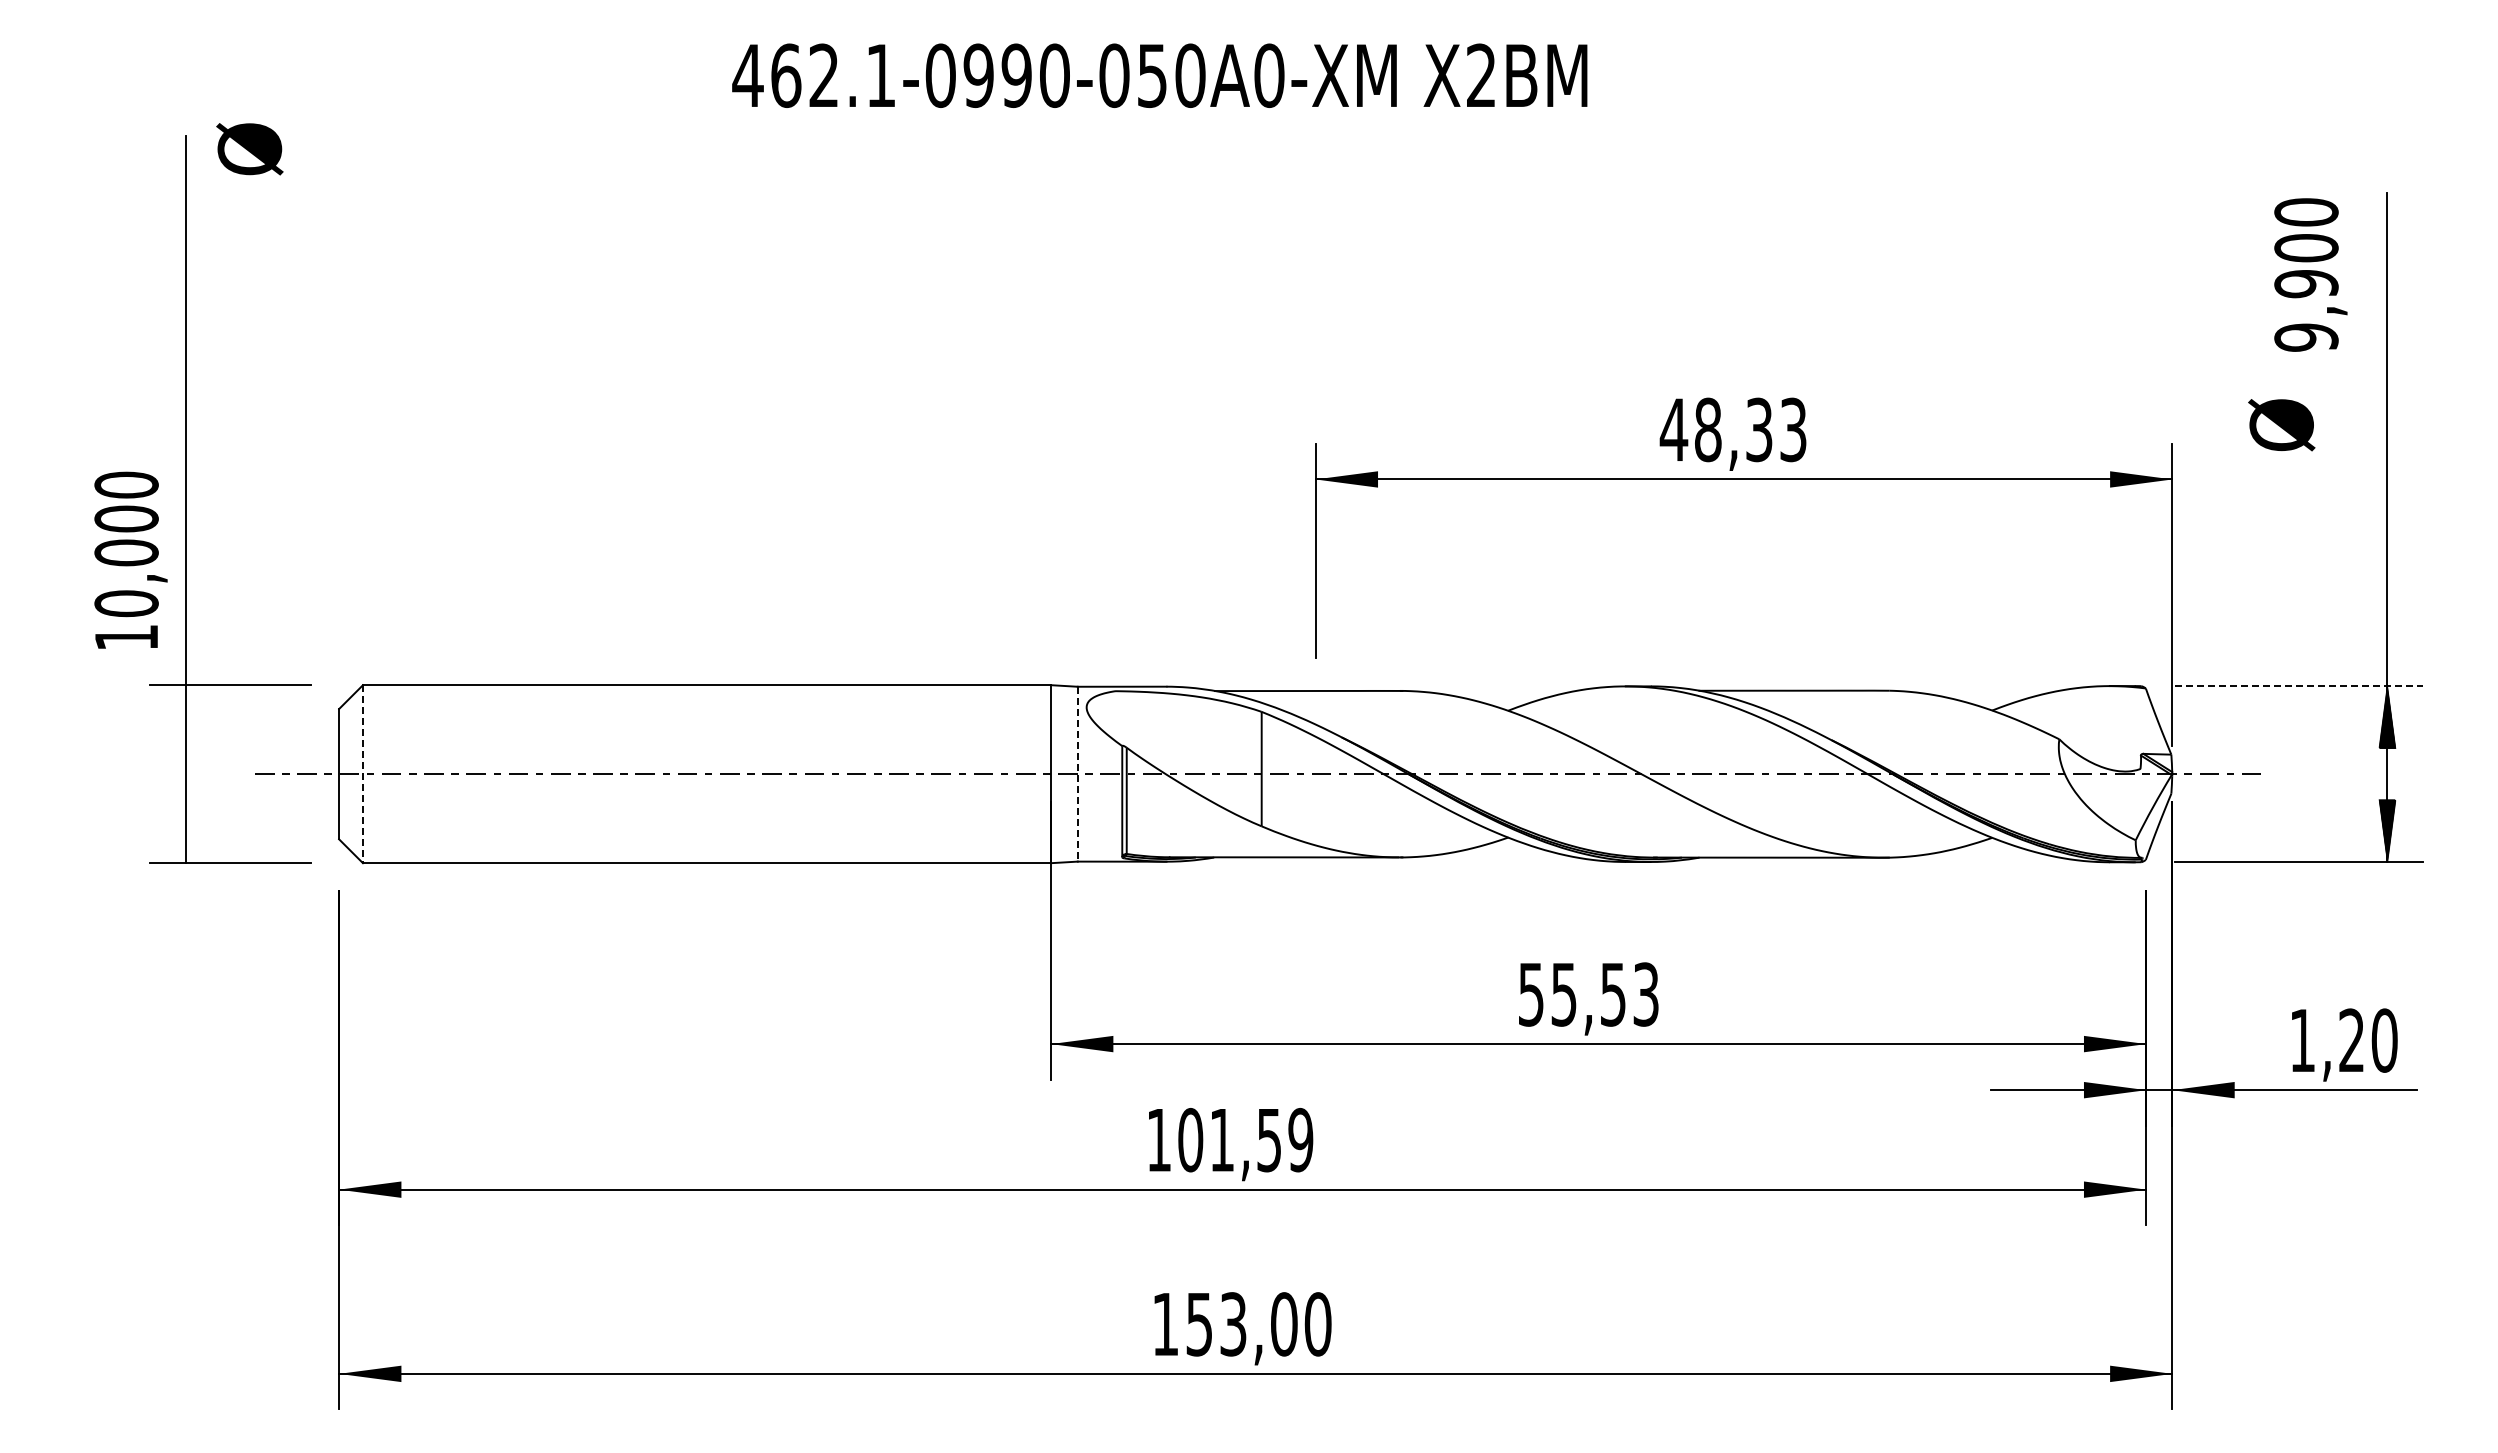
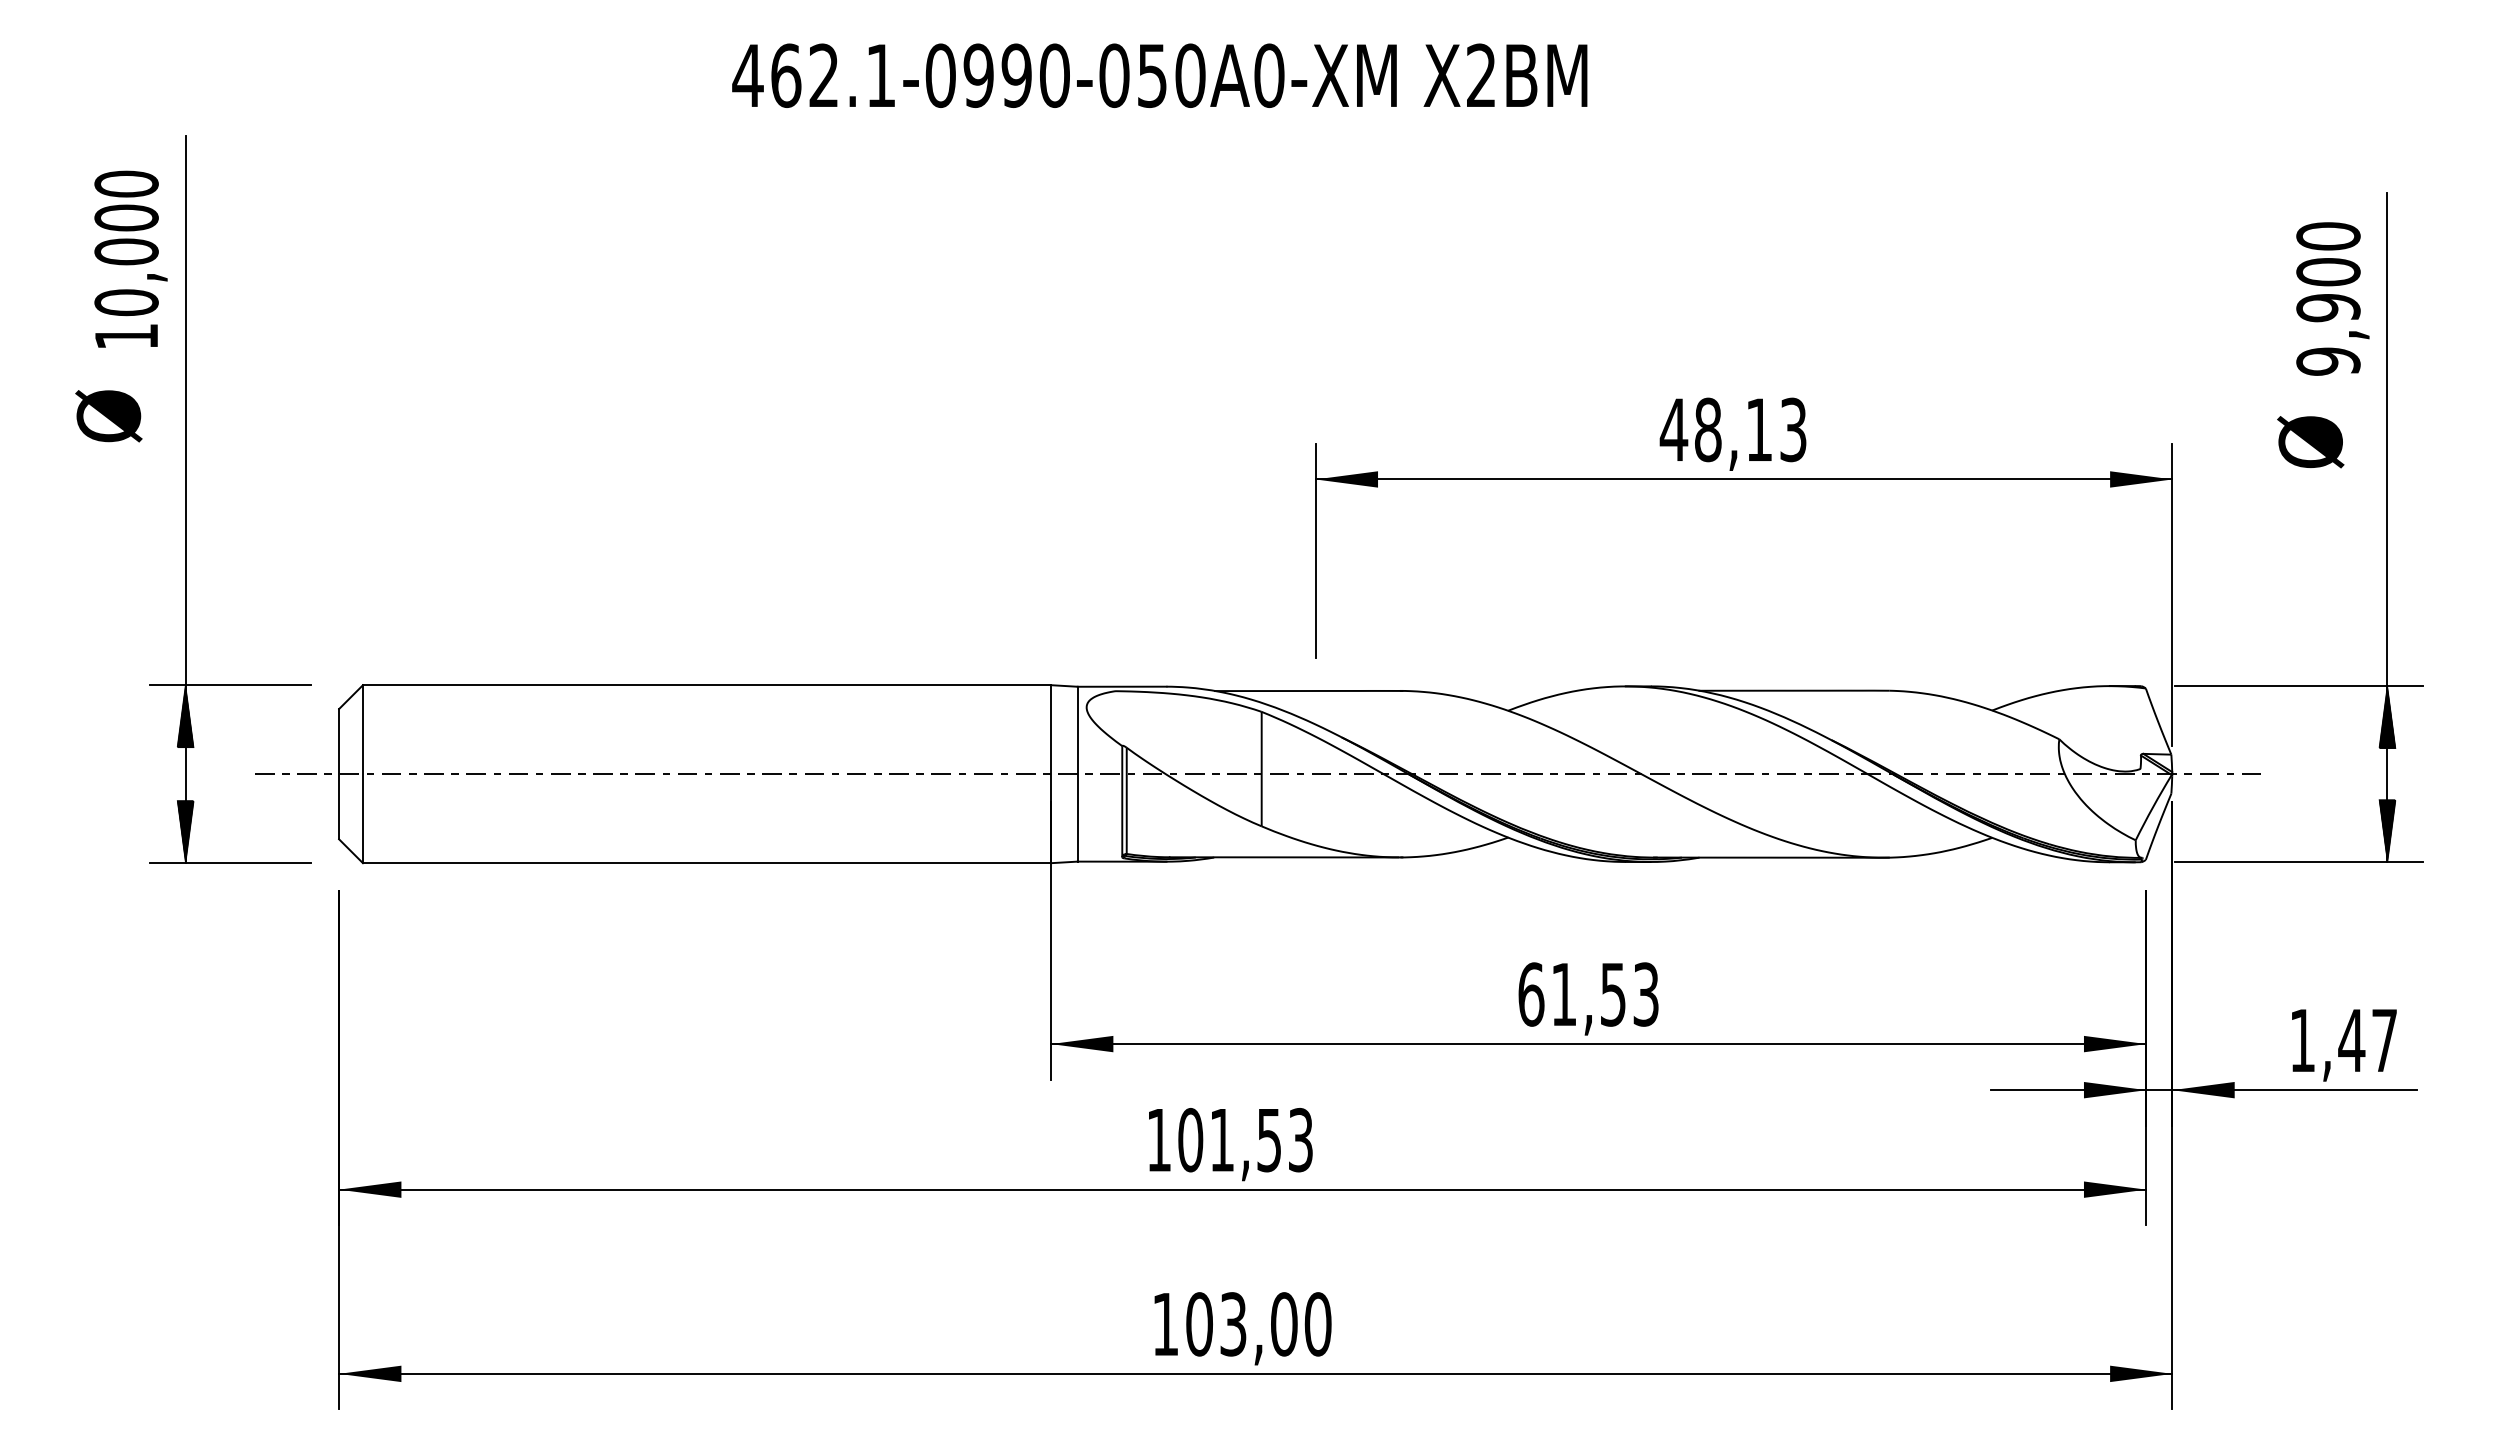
text at (249, 149) position: (249, 149) -> (108, 416)
text at (2310, 274) position: (2310, 274) -> (2332, 298)
text at (2281, 425) position: (2281, 425) -> (2310, 442)
text at (1759, 429): 48,33 -> 48,13
text at (130, 559) position: (130, 559) -> (130, 258)
line at (2299, 686): dashed -> solid
hatch at (185, 716): none -> present
line at (362, 774): dashed -> solid
line at (1077, 774): dashed -> solid
hatch at (185, 831): none -> present
text at (1547, 994): 55,53 -> 61,53
text at (2367, 1040): 1,20 -> 1,47
text at (1300, 1140): 101,59 -> 101,53
text at (1199, 1324): 153,00 -> 103,00
